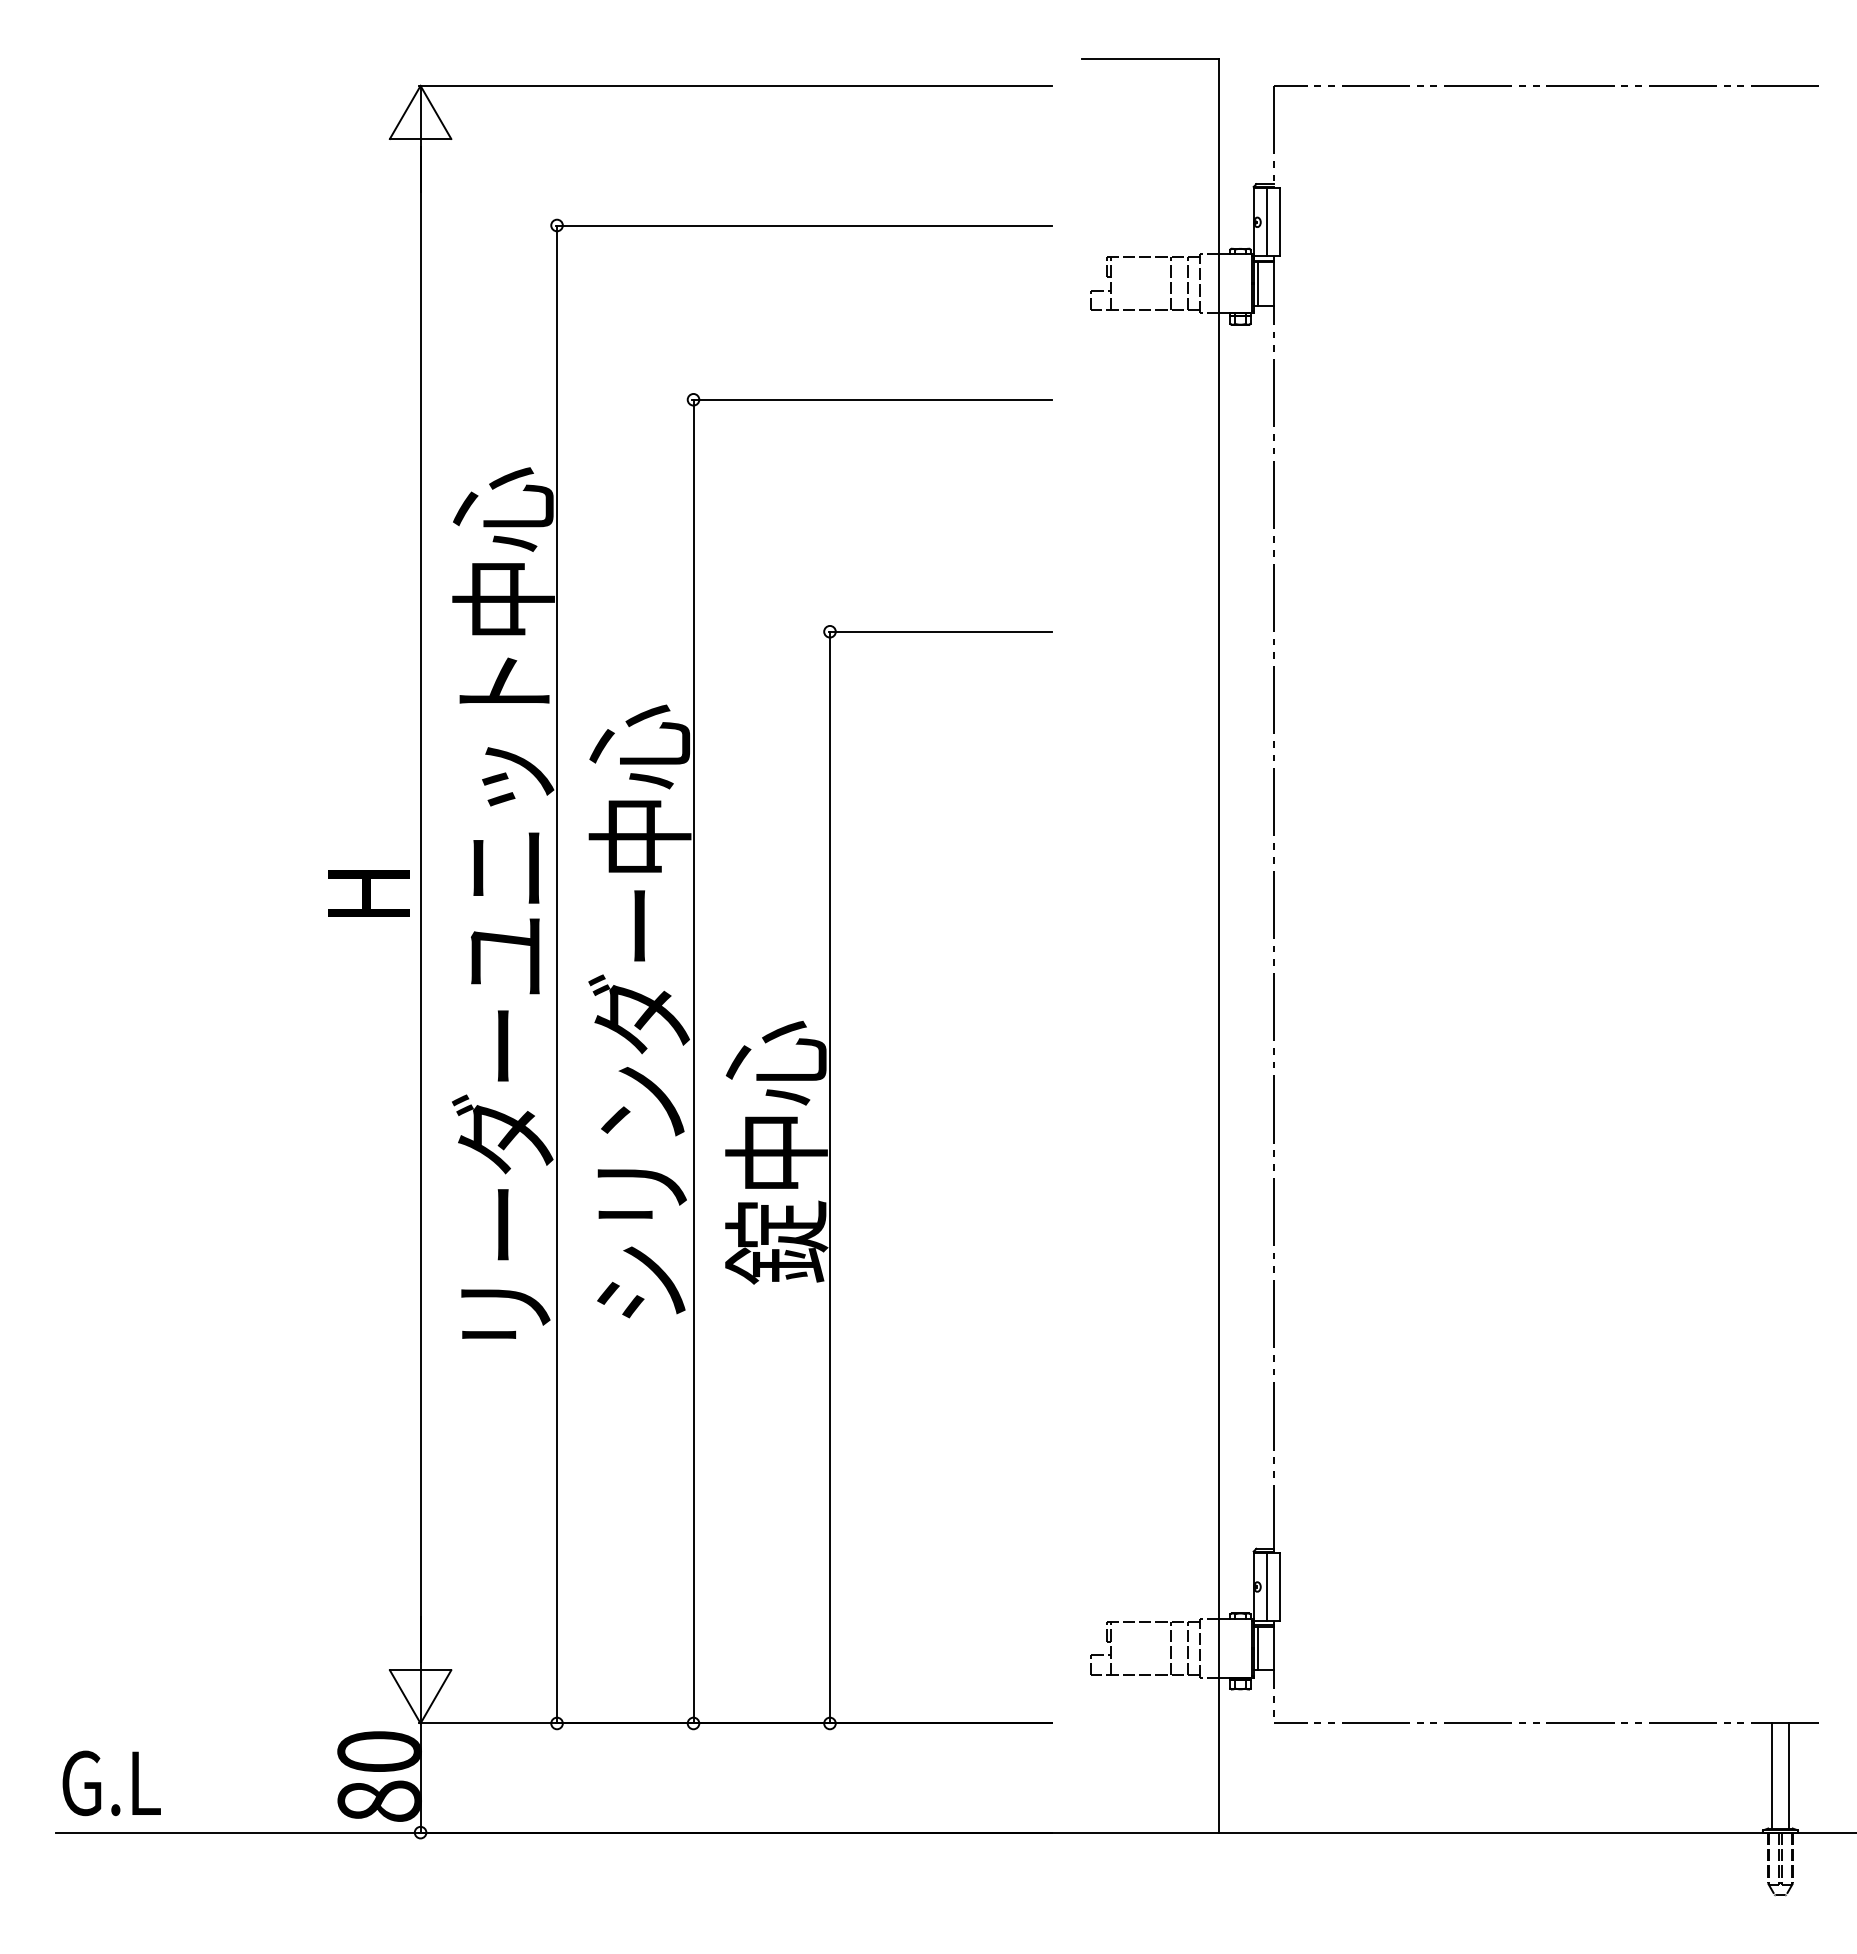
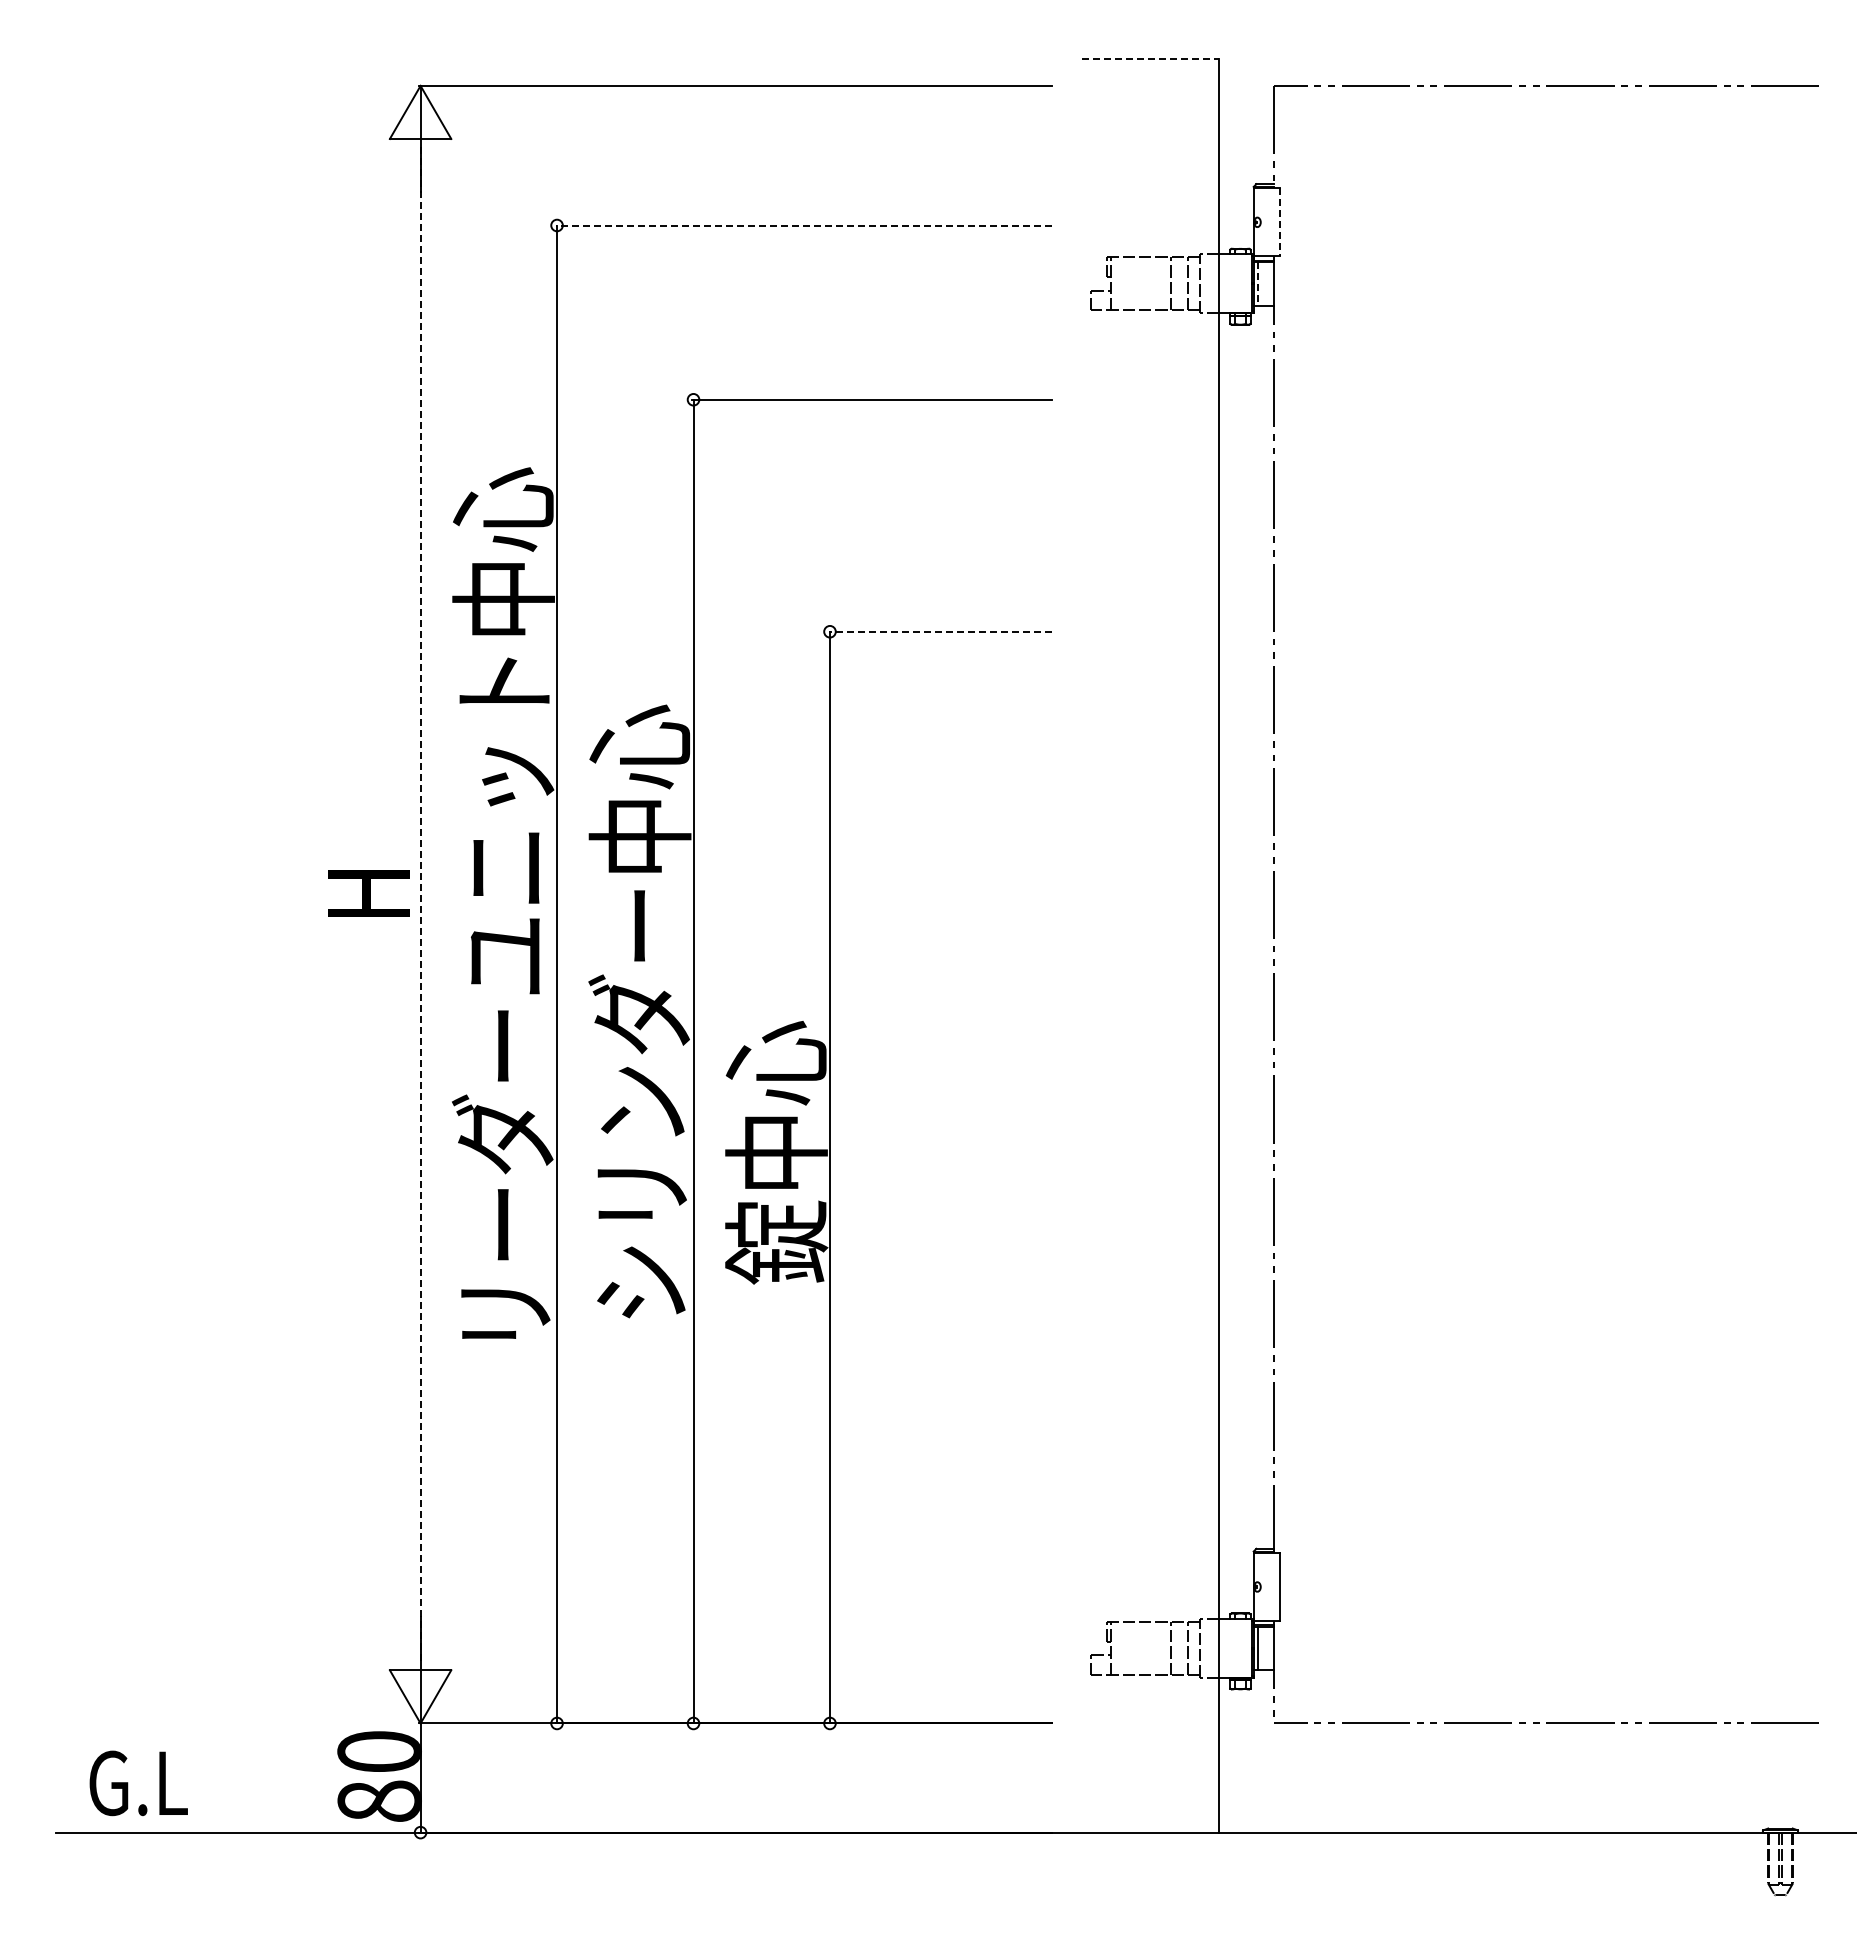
line at (1151, 58): solid -> dashed
line at (1266, 222): present -> none
line at (1280, 222): solid -> dashed
line at (803, 225): solid -> dashed
line at (1258, 283): solid -> dashed
line at (940, 631): solid -> dashed
line at (420, 905): solid -> dashed
line at (1266, 1586): present -> none
line at (1771, 1775): present -> none
line at (1789, 1775): present -> none
text at (111, 1783) position: (111, 1783) -> (138, 1783)
